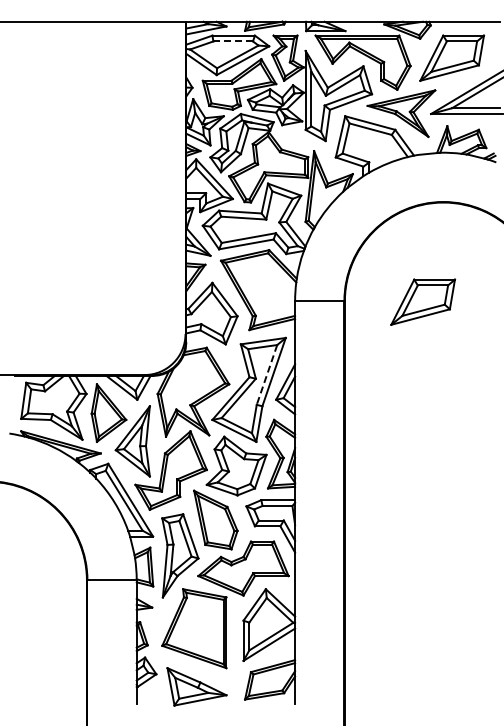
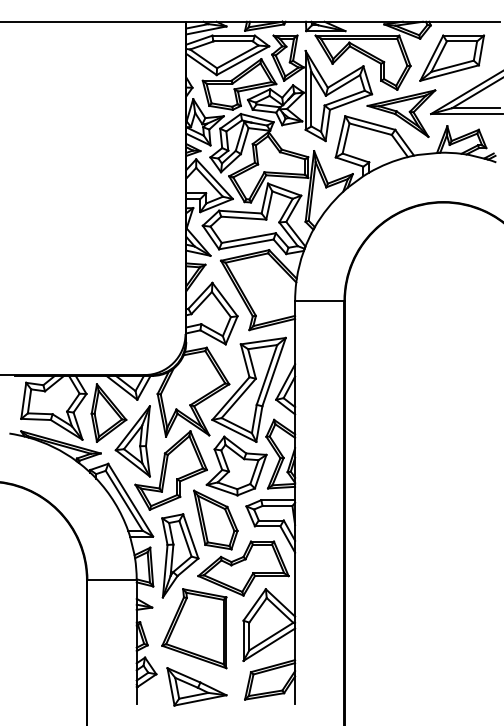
line at (233, 41): dashed -> solid
part at (423, 301): present -> none
line at (267, 374): dashed -> solid
